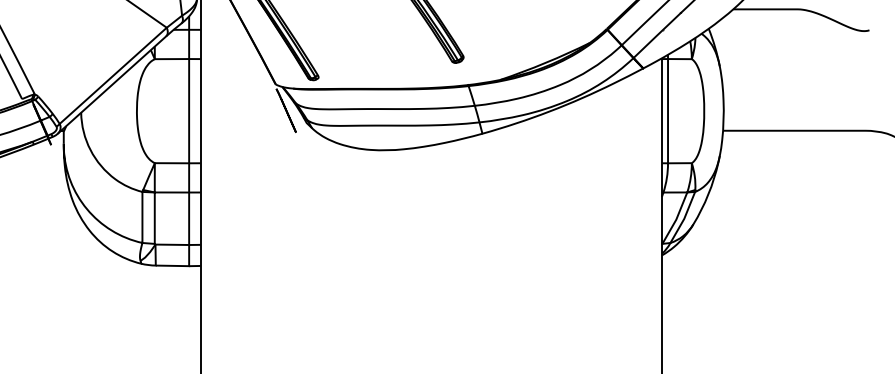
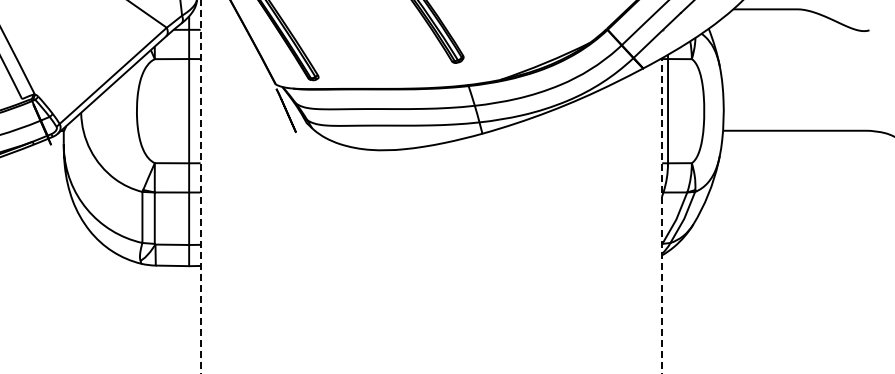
line at (200, 186): solid -> dashed
line at (662, 215): solid -> dashed
